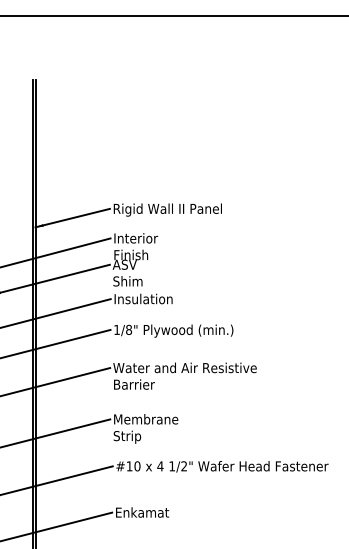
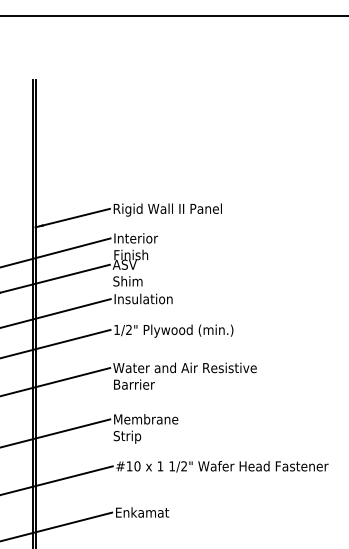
text at (129, 329): 1/8" -> 1/2"
text at (160, 466): 4 -> 1
